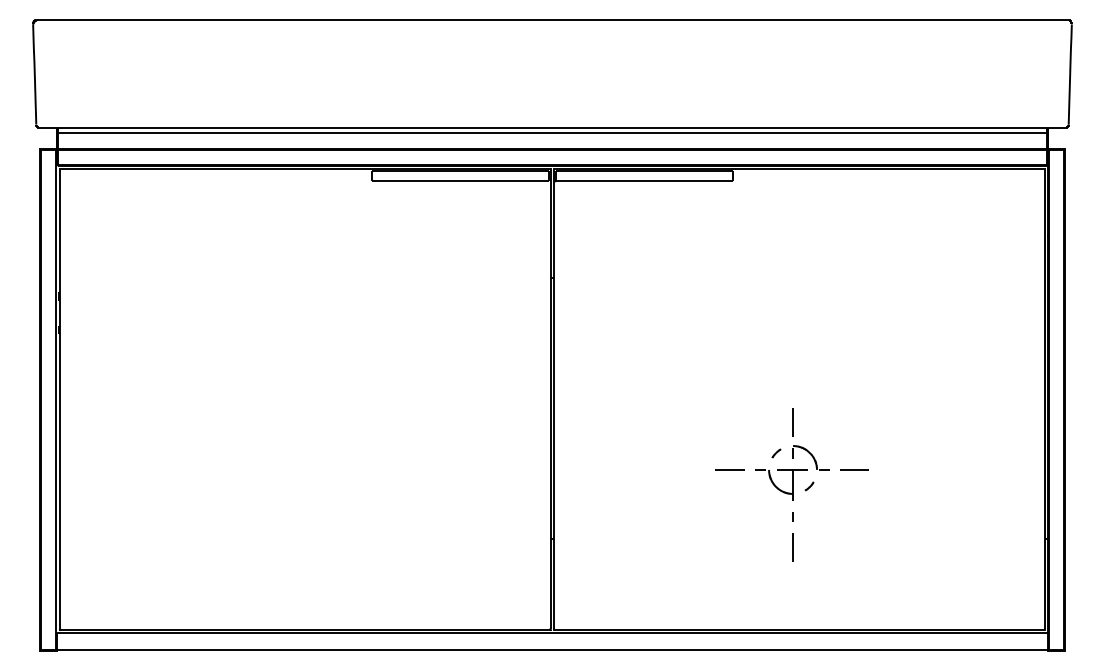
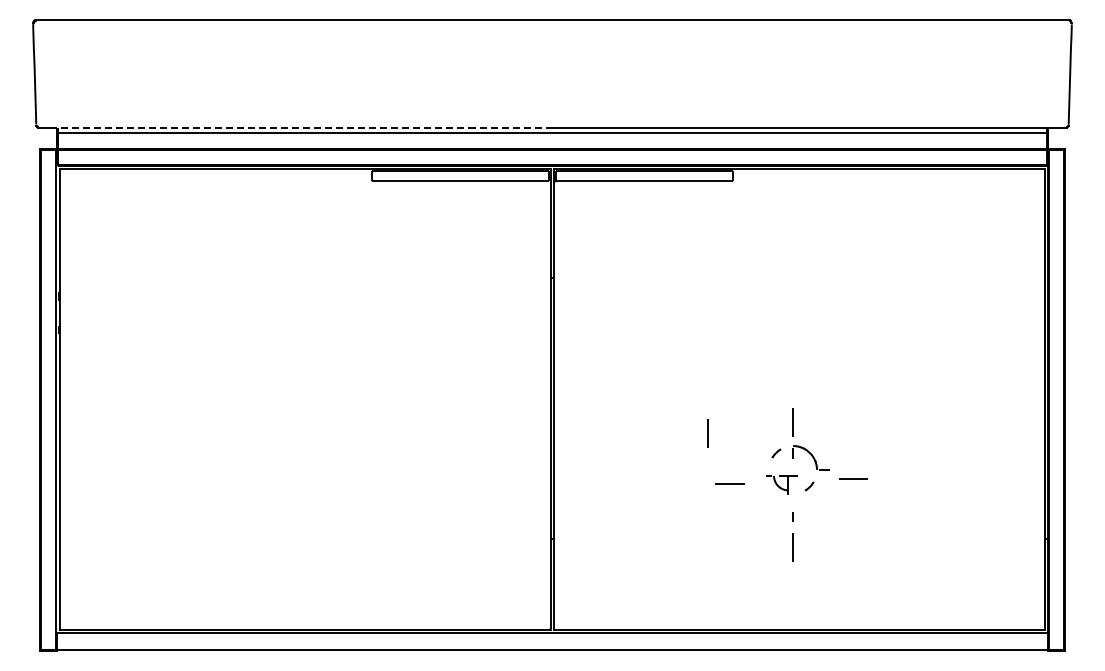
line at (301, 127): solid -> dashed
line at (707, 433): none -> present
line at (729, 469) position: (729, 469) -> (729, 483)
line at (854, 469) position: (854, 469) -> (853, 478)
part at (781, 484) size: 53x32 px -> 32x20 px
